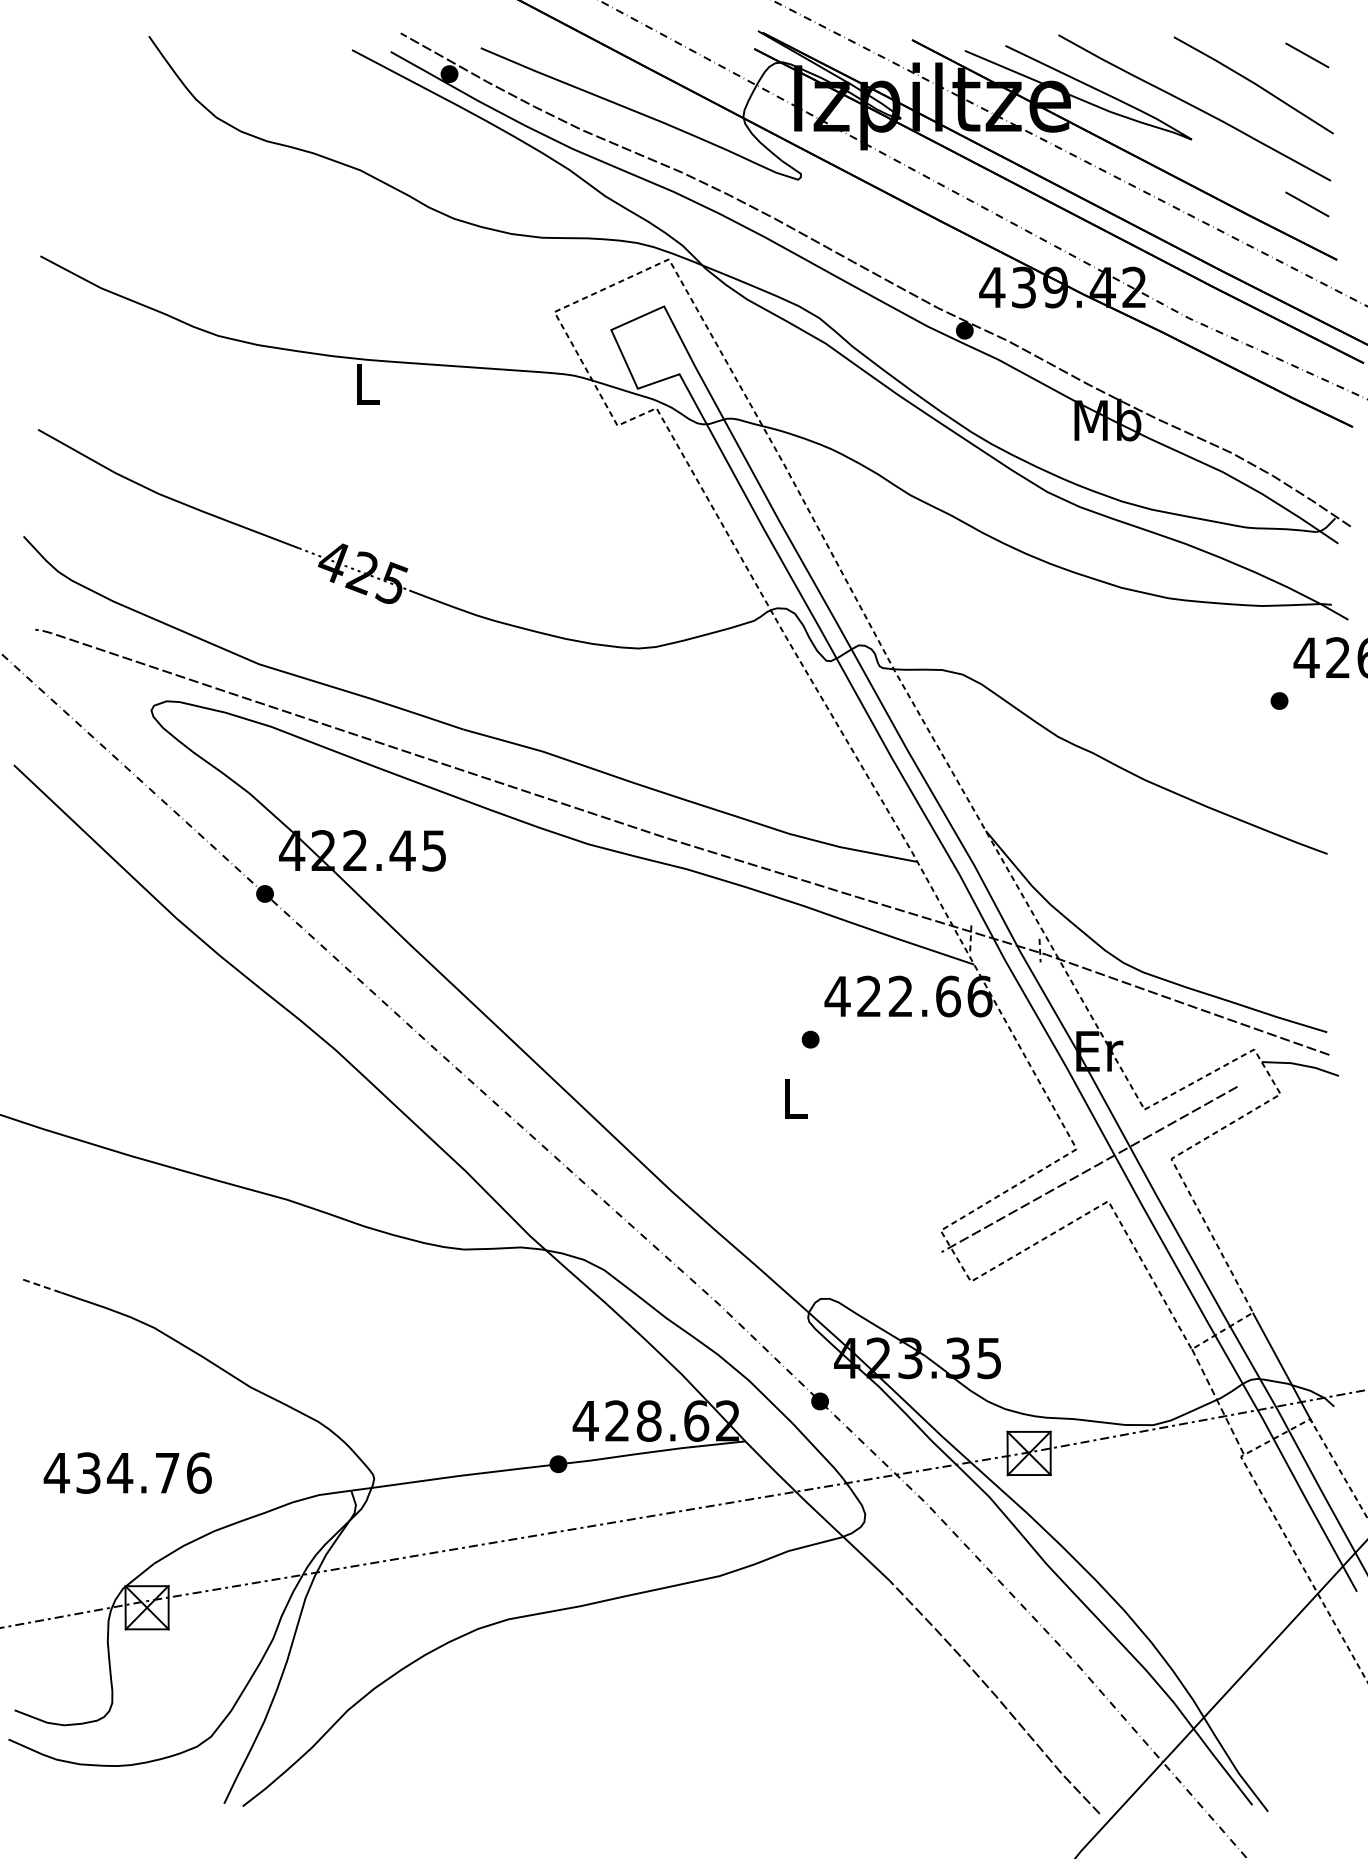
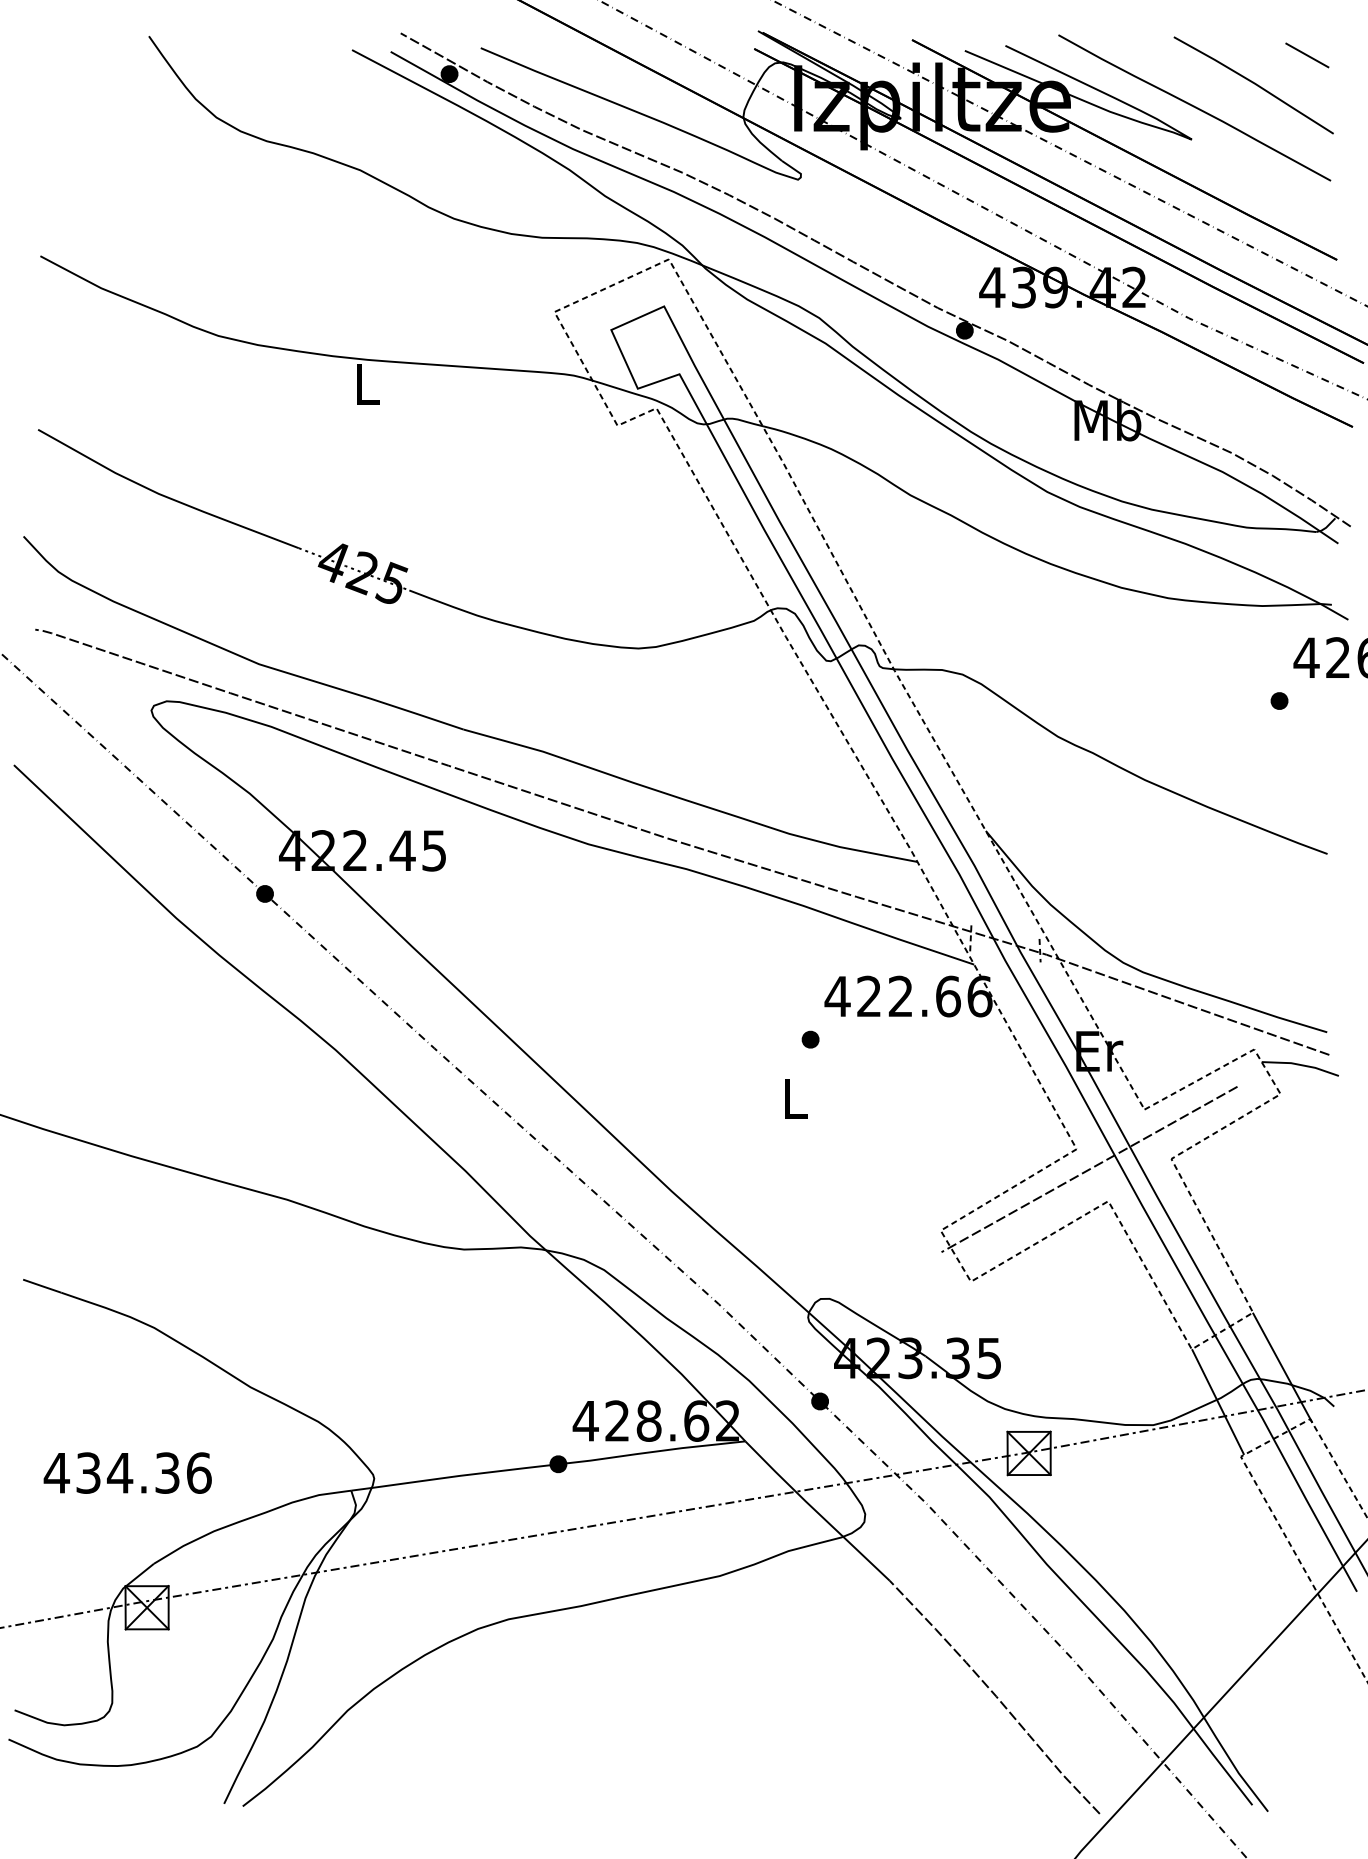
line at (1307, 204): present -> none
line at (42, 1286): dashed -> solid
line at (1218, 1401): dashed -> solid
text at (167, 1472): 434.76 -> 434.36
